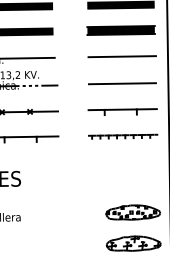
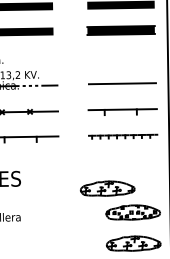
line at (121, 56): present -> none
line at (28, 57): present -> none
part at (107, 188): none -> present
